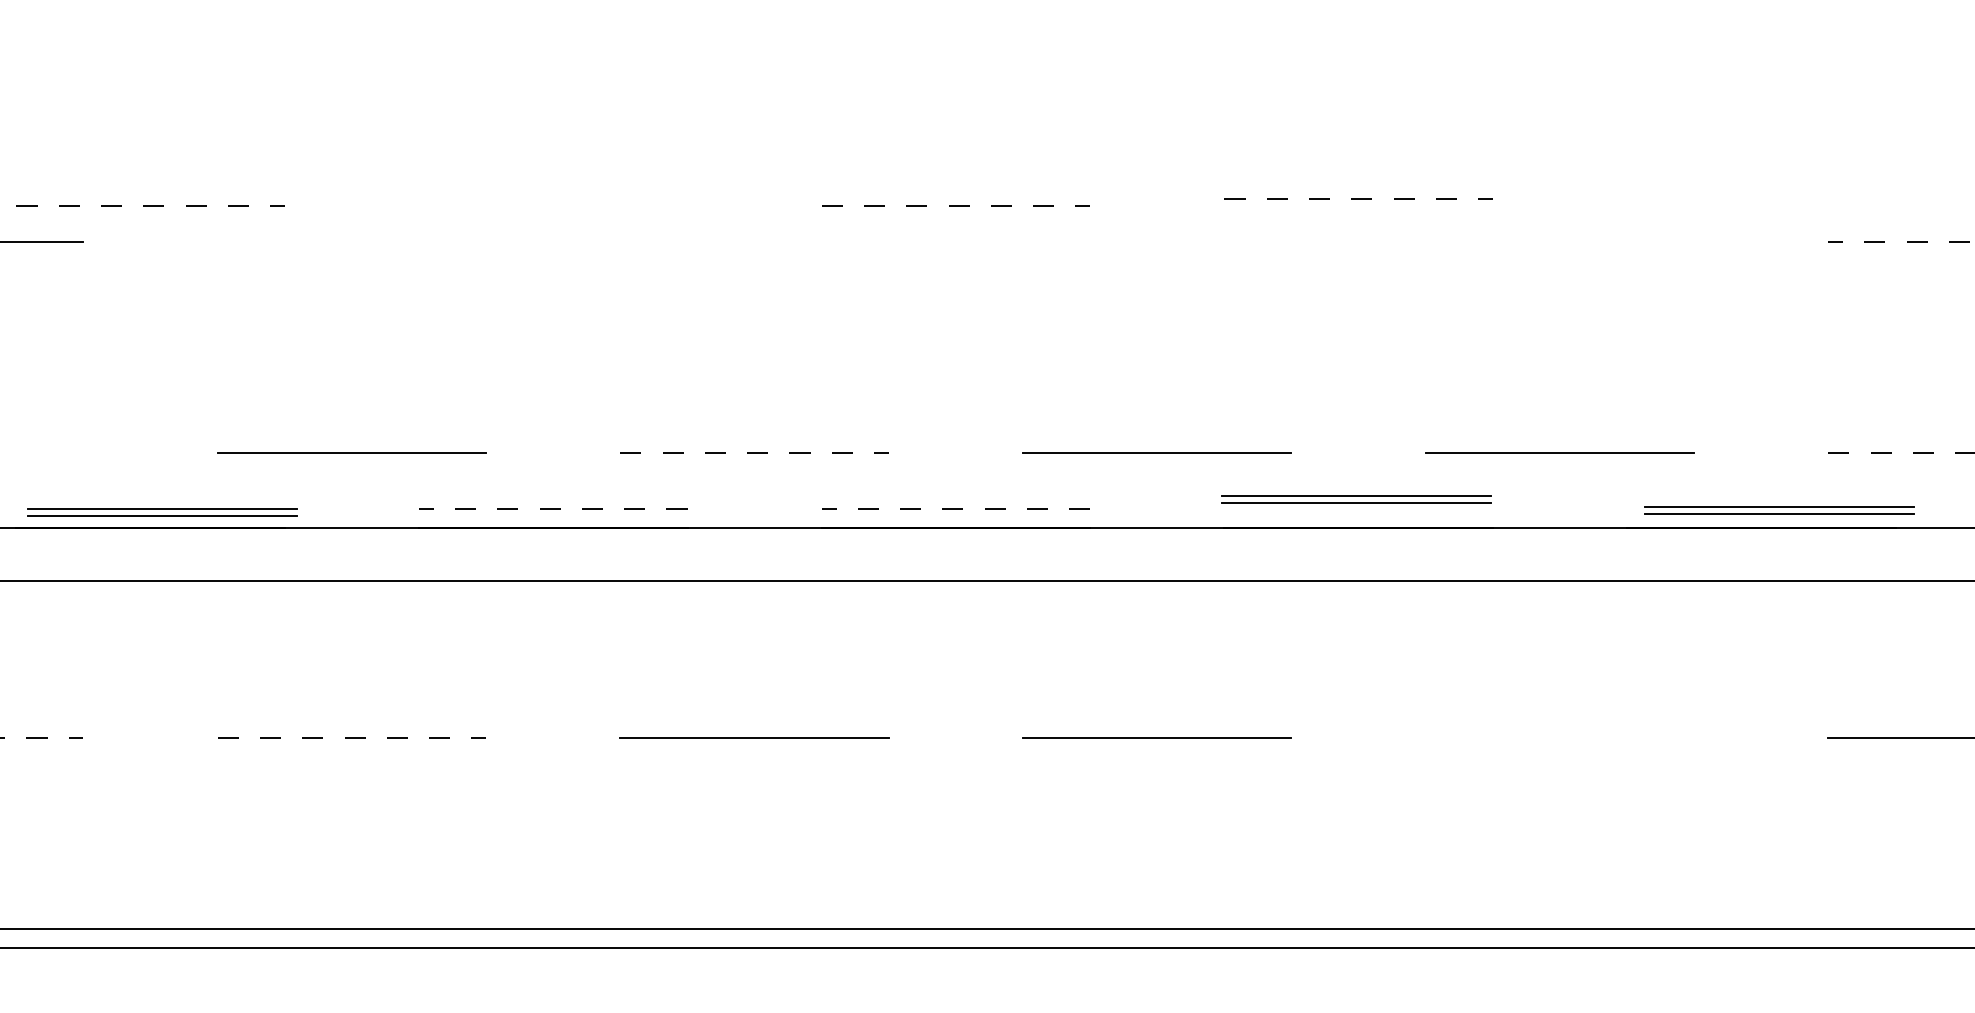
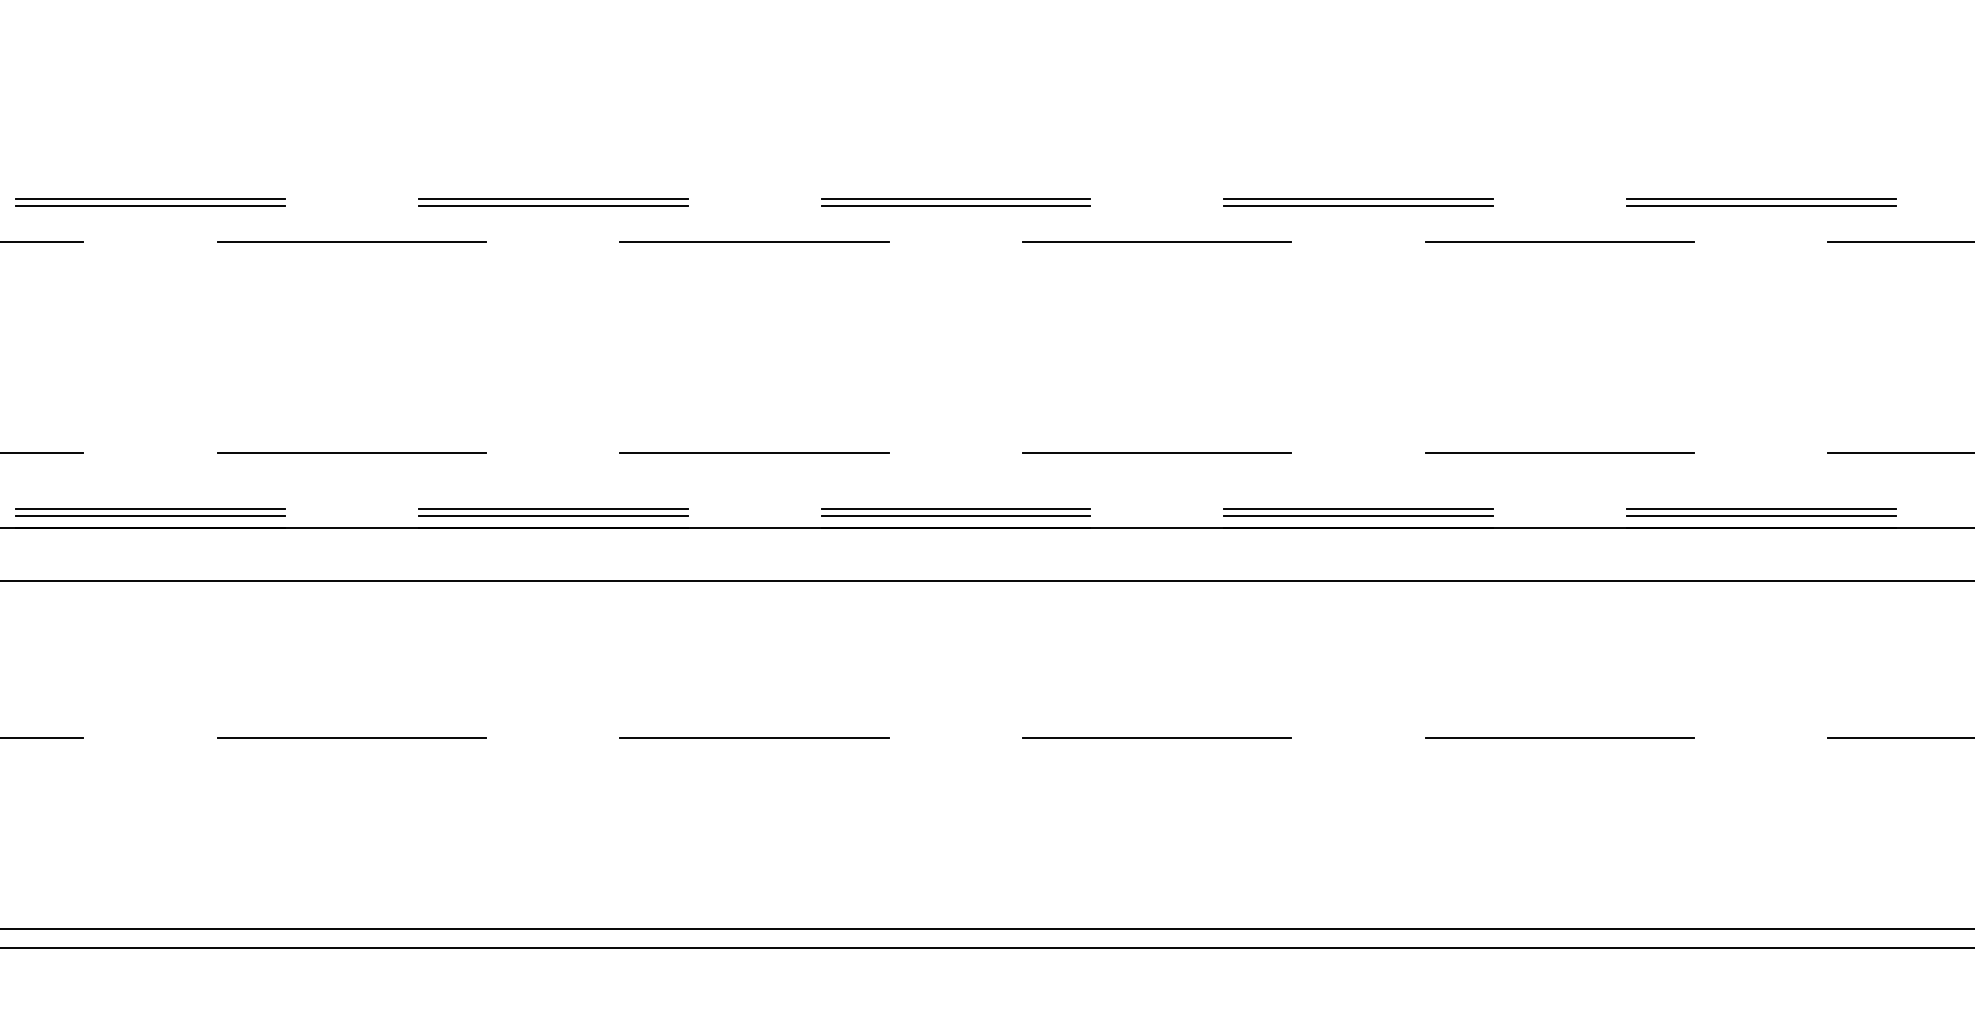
line at (150, 199): none -> present
line at (553, 199): none -> present
line at (955, 199): none -> present
line at (1359, 199): dashed -> solid
line at (1761, 199): none -> present
line at (151, 206): dashed -> solid
line at (553, 206): none -> present
line at (956, 206): dashed -> solid
line at (1358, 206): none -> present
line at (1761, 206): none -> present
line at (351, 241): none -> present
line at (754, 241): none -> present
line at (1157, 241): none -> present
line at (1559, 241): none -> present
line at (1901, 241): dashed -> solid
line at (42, 453): none -> present
line at (755, 453): dashed -> solid
line at (1902, 453): dashed -> solid
part at (1356, 499) position: (1356, 499) -> (1358, 512)
line at (552, 509): dashed -> solid
line at (955, 509): dashed -> solid
part at (1779, 510) position: (1779, 510) -> (1761, 512)
part at (162, 512) position: (162, 512) -> (150, 512)
line at (553, 516): none -> present
line at (955, 516): none -> present
line at (1559, 737): none -> present
line at (42, 738): dashed -> solid
line at (352, 738): dashed -> solid
